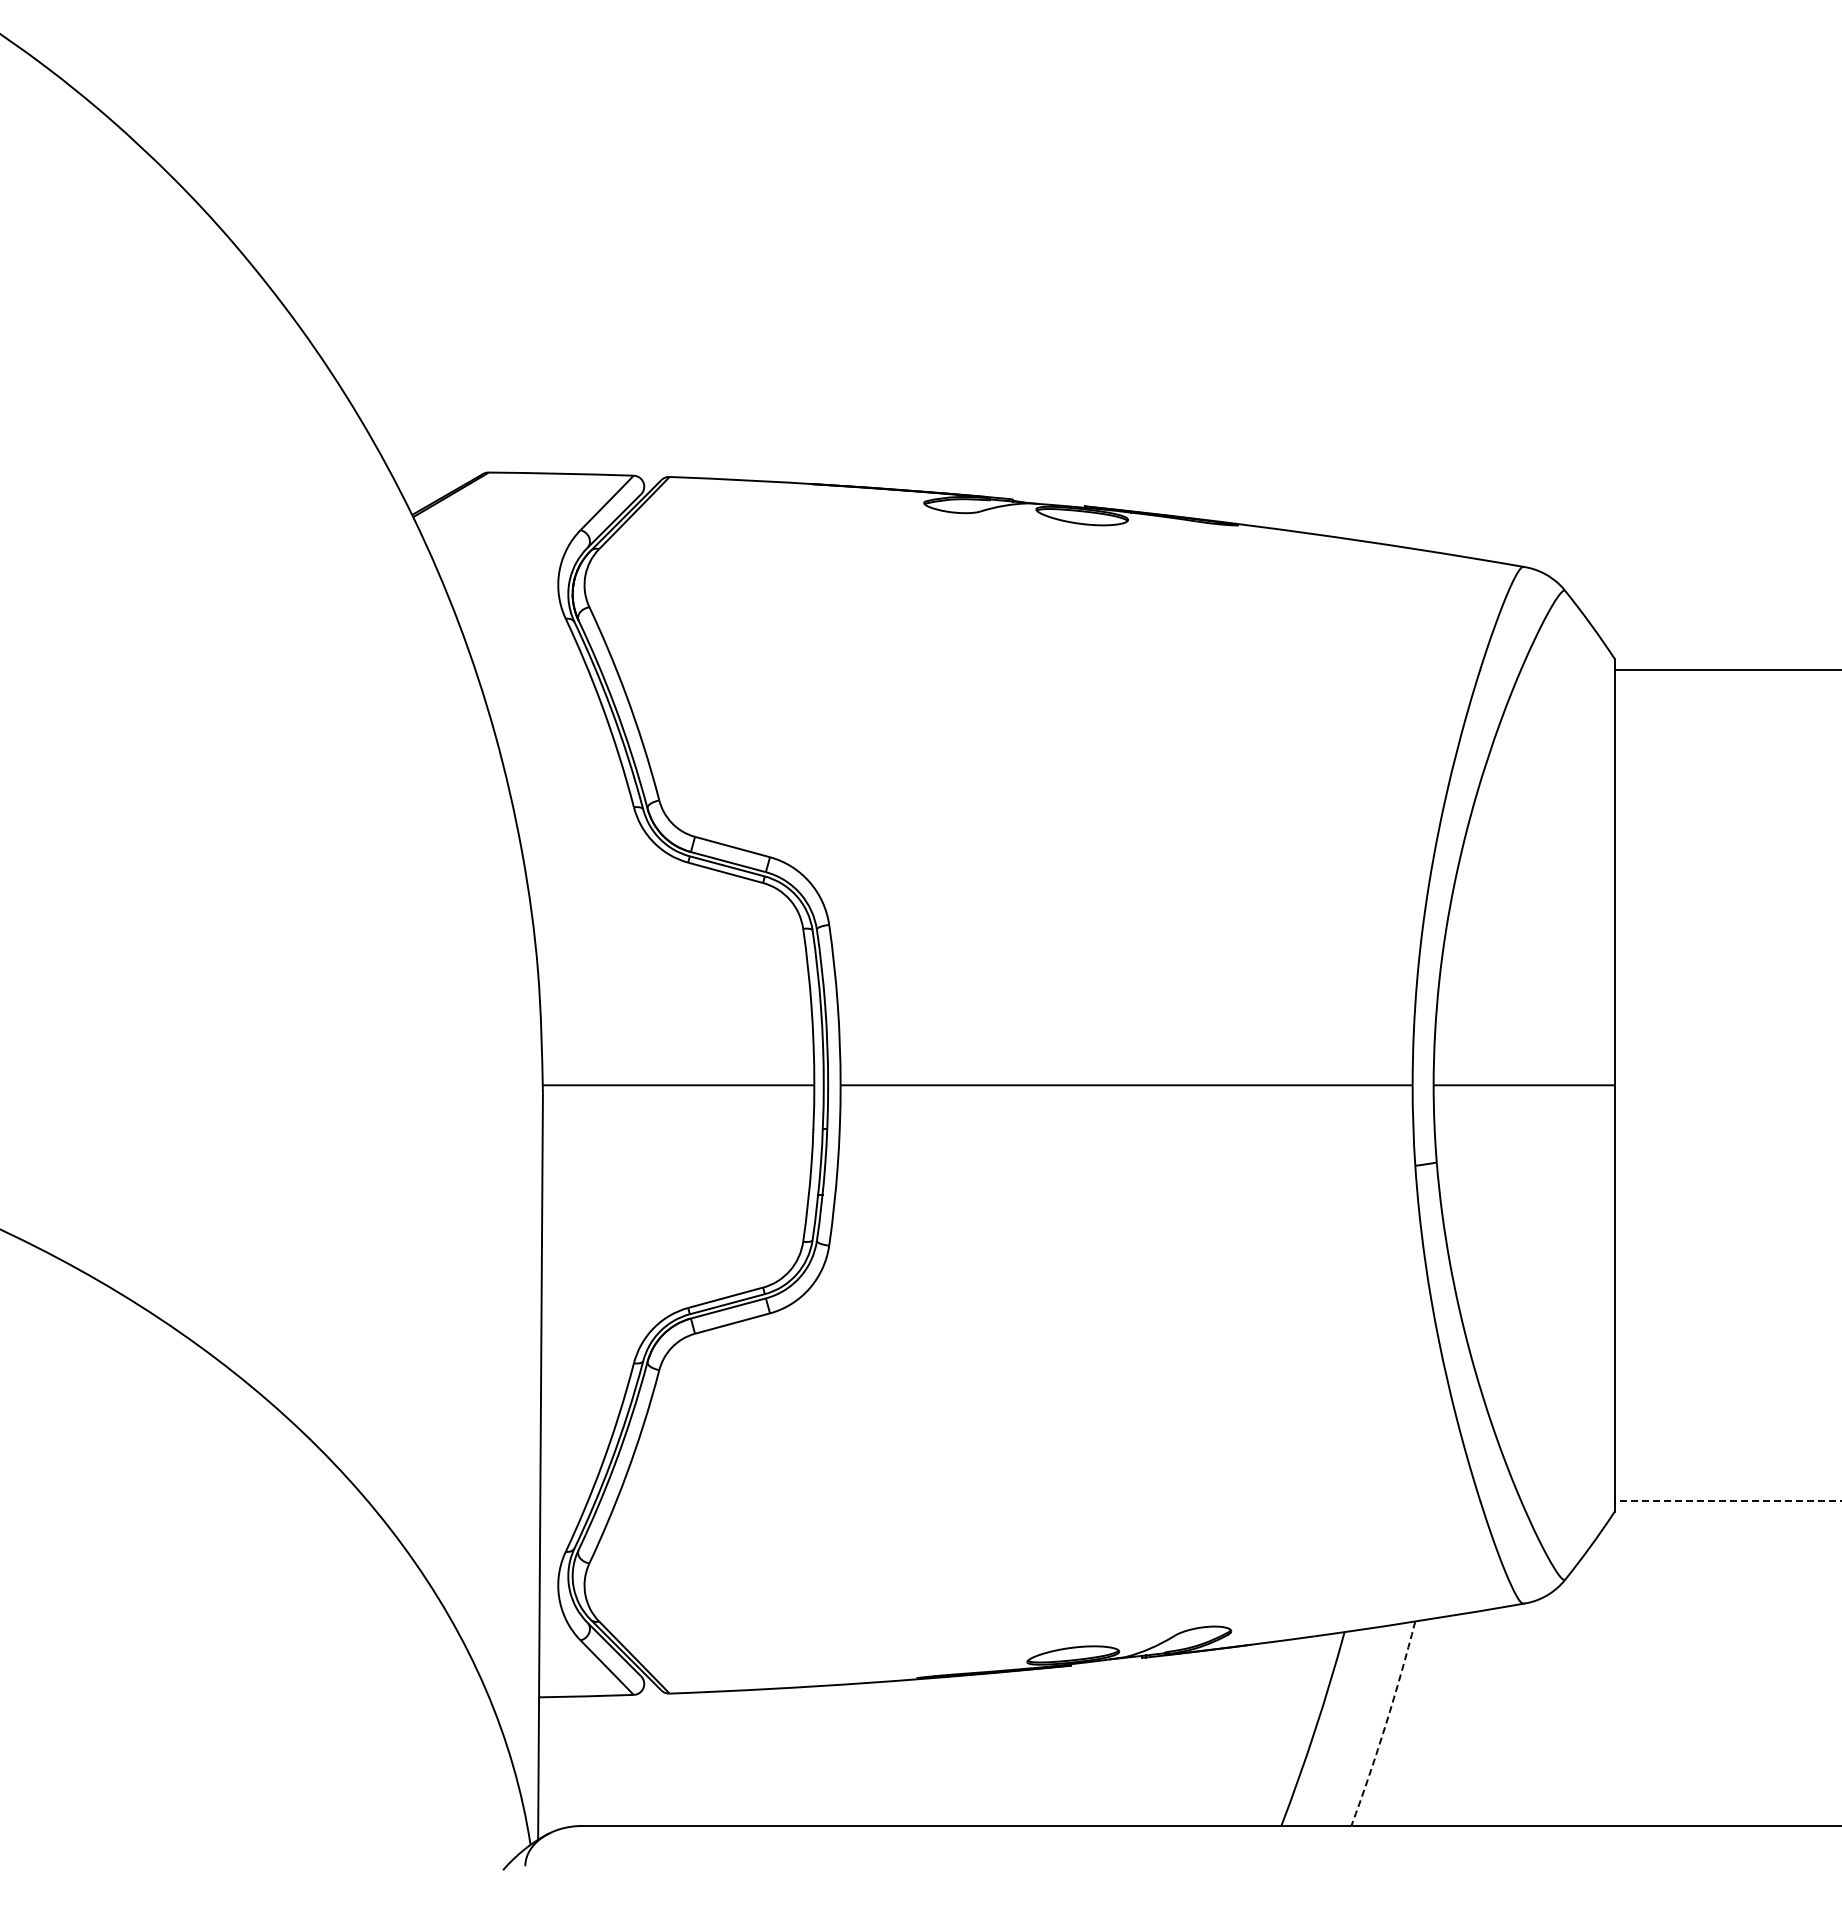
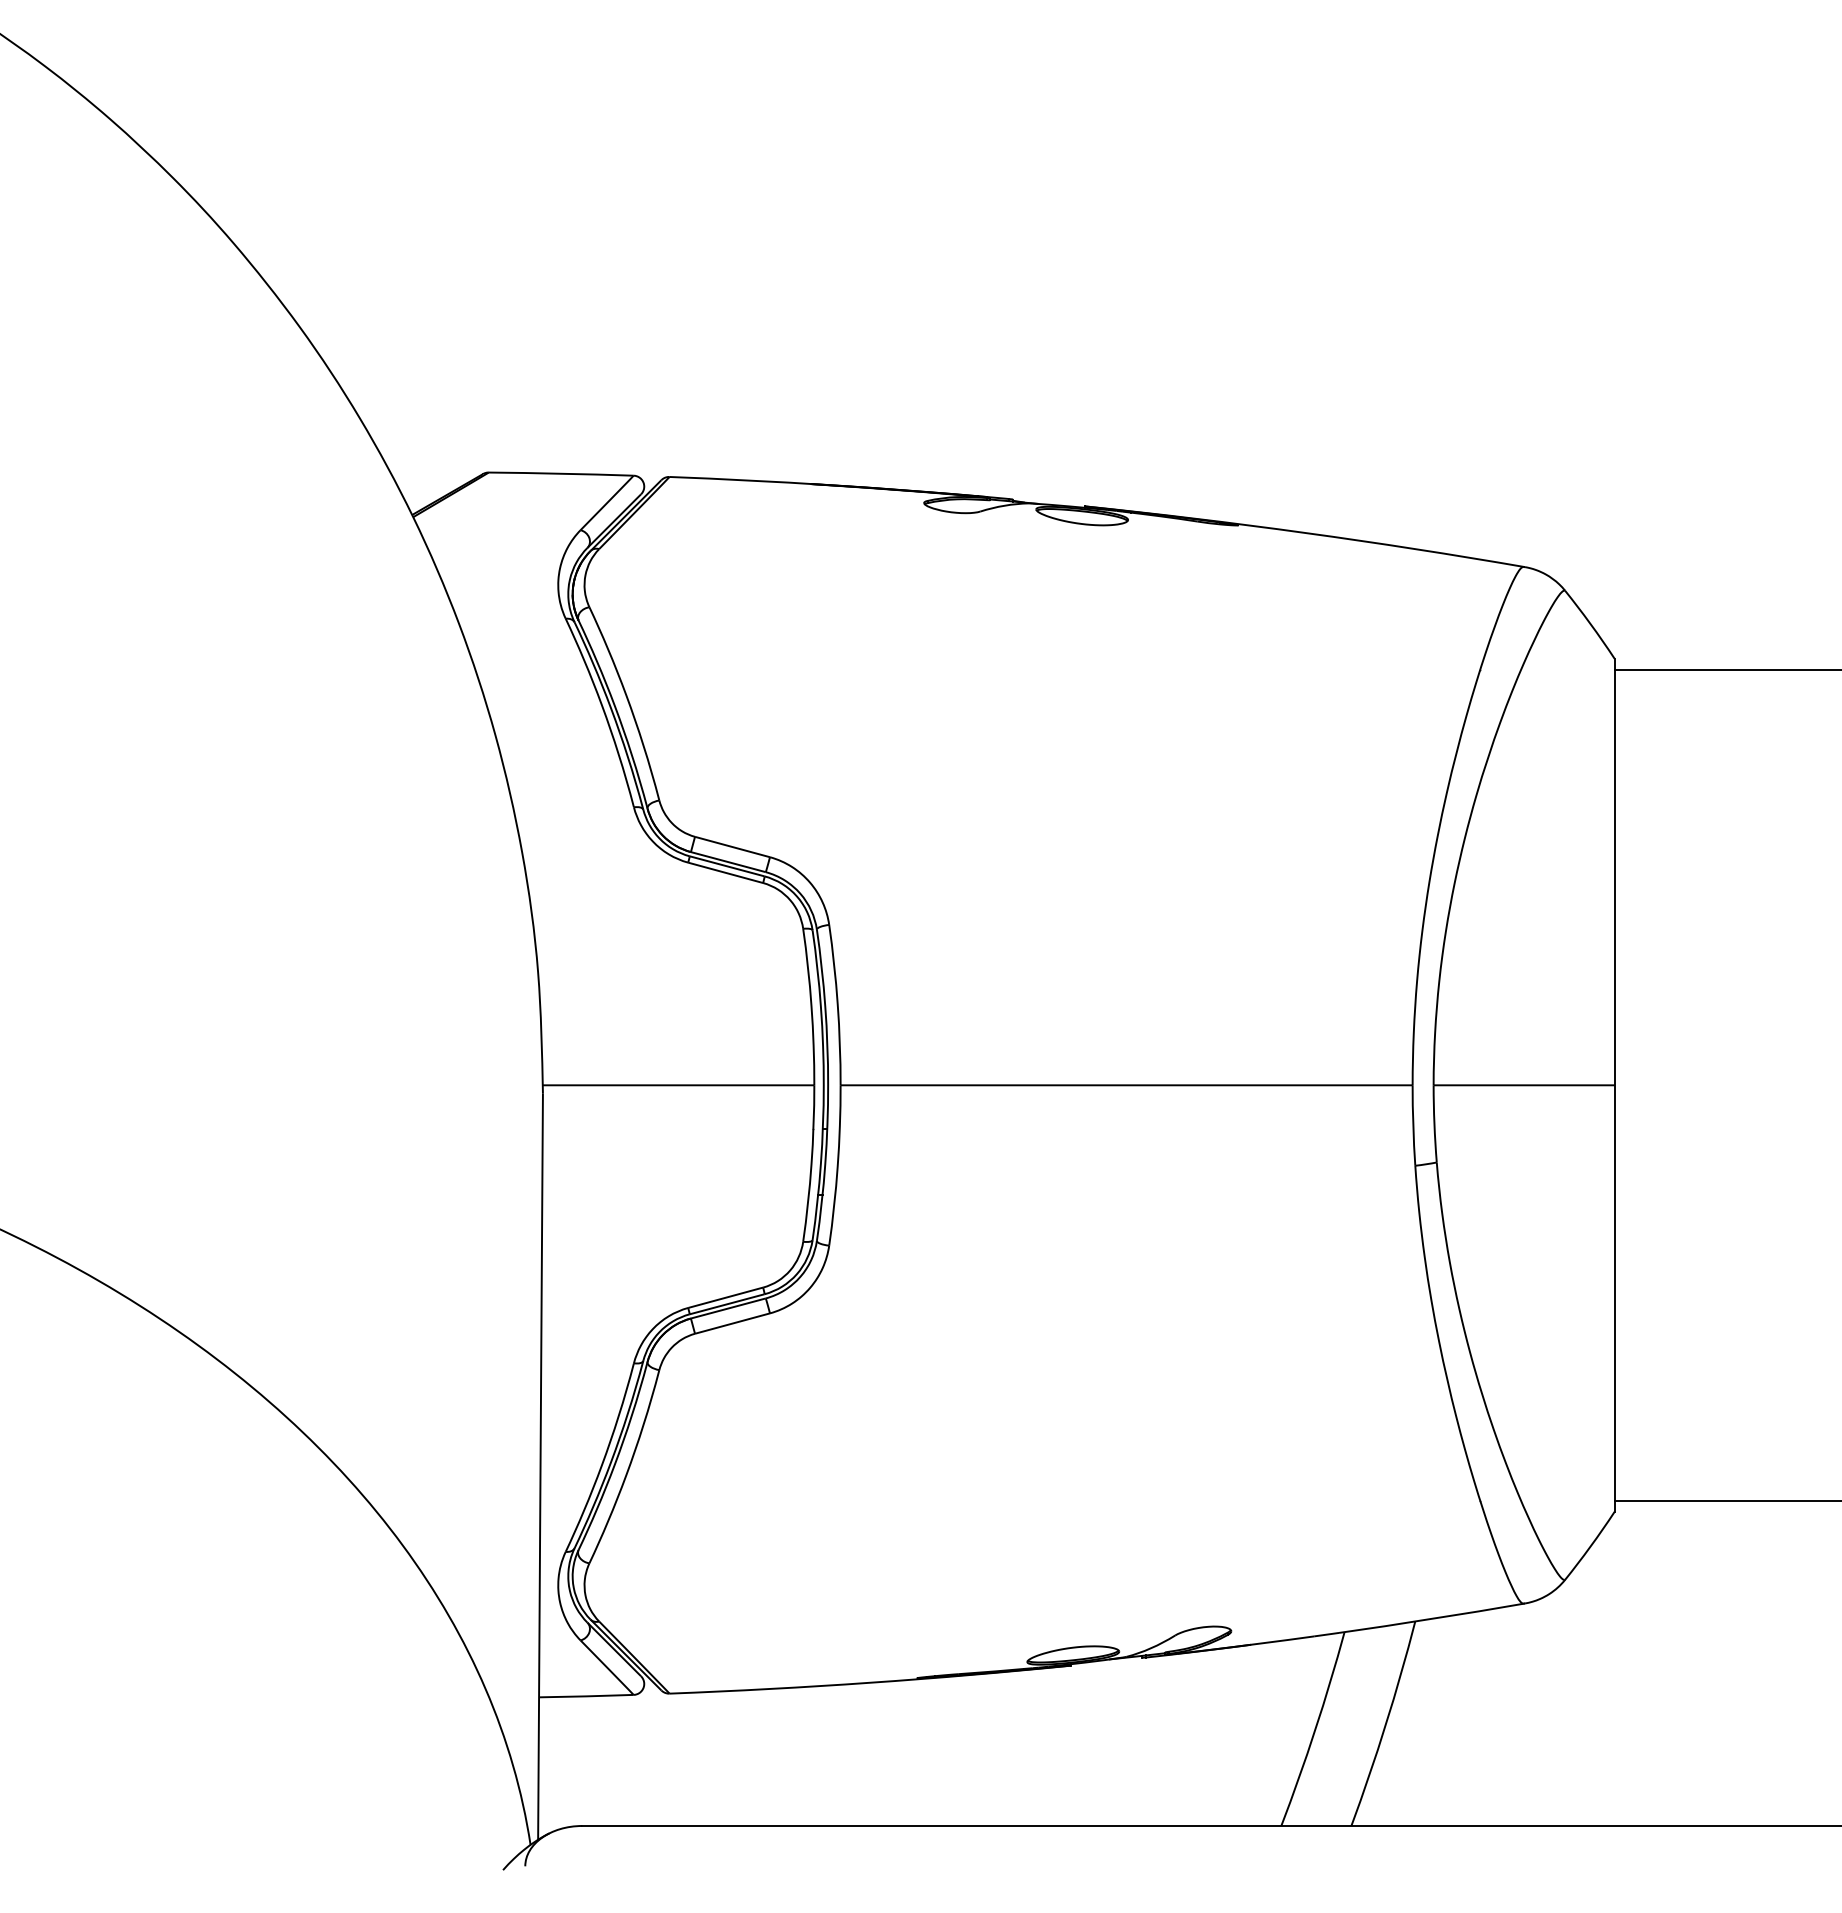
line at (1727, 1500): dashed -> solid
arc at (1385, 1724): dashed -> solid
